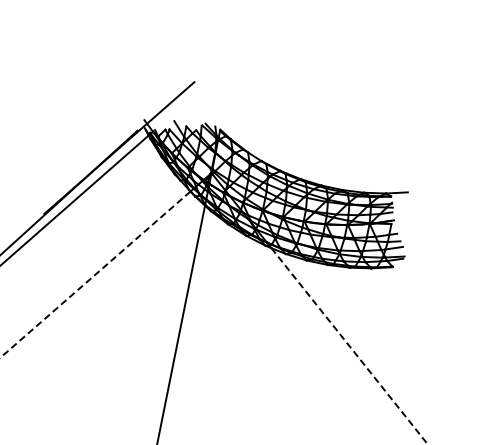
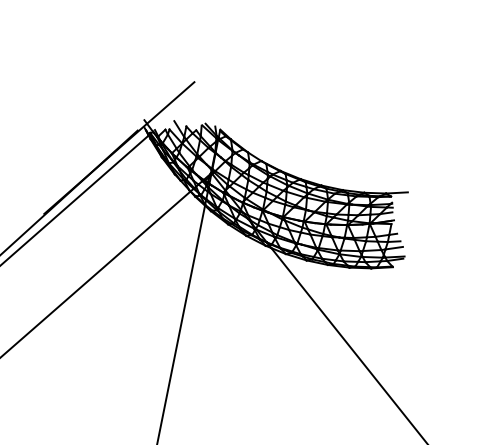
line at (94, 275): dashed -> solid
line at (349, 346): dashed -> solid
